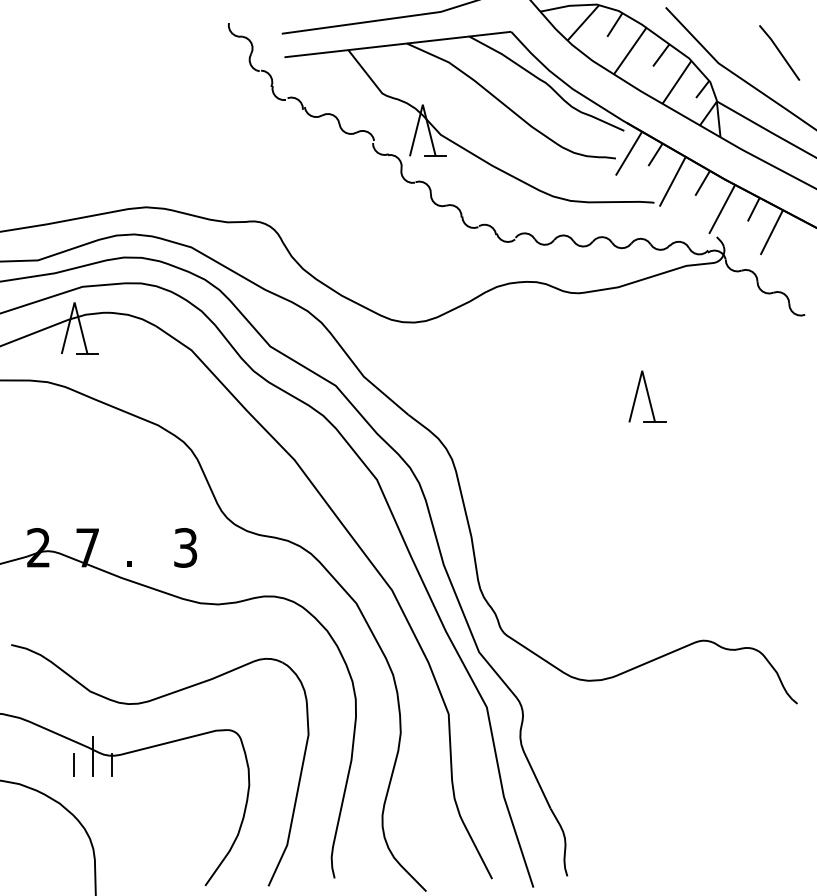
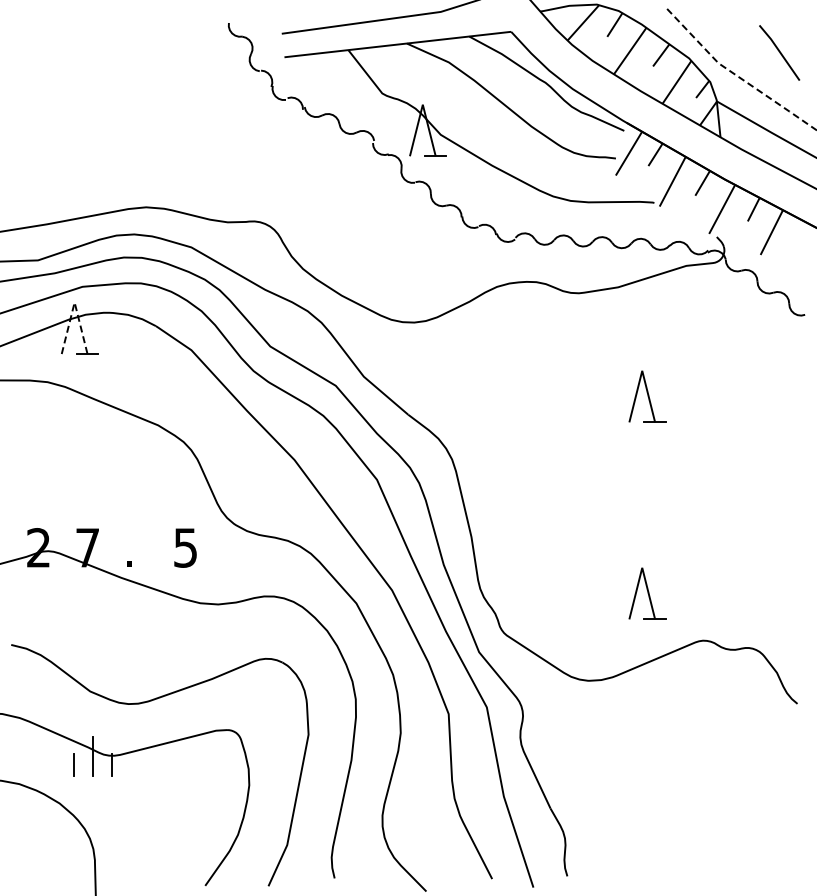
line at (735, 75): solid -> dashed
line at (74, 302): solid -> dashed
text at (185, 547): 3 -> 5
part at (647, 593): none -> present
